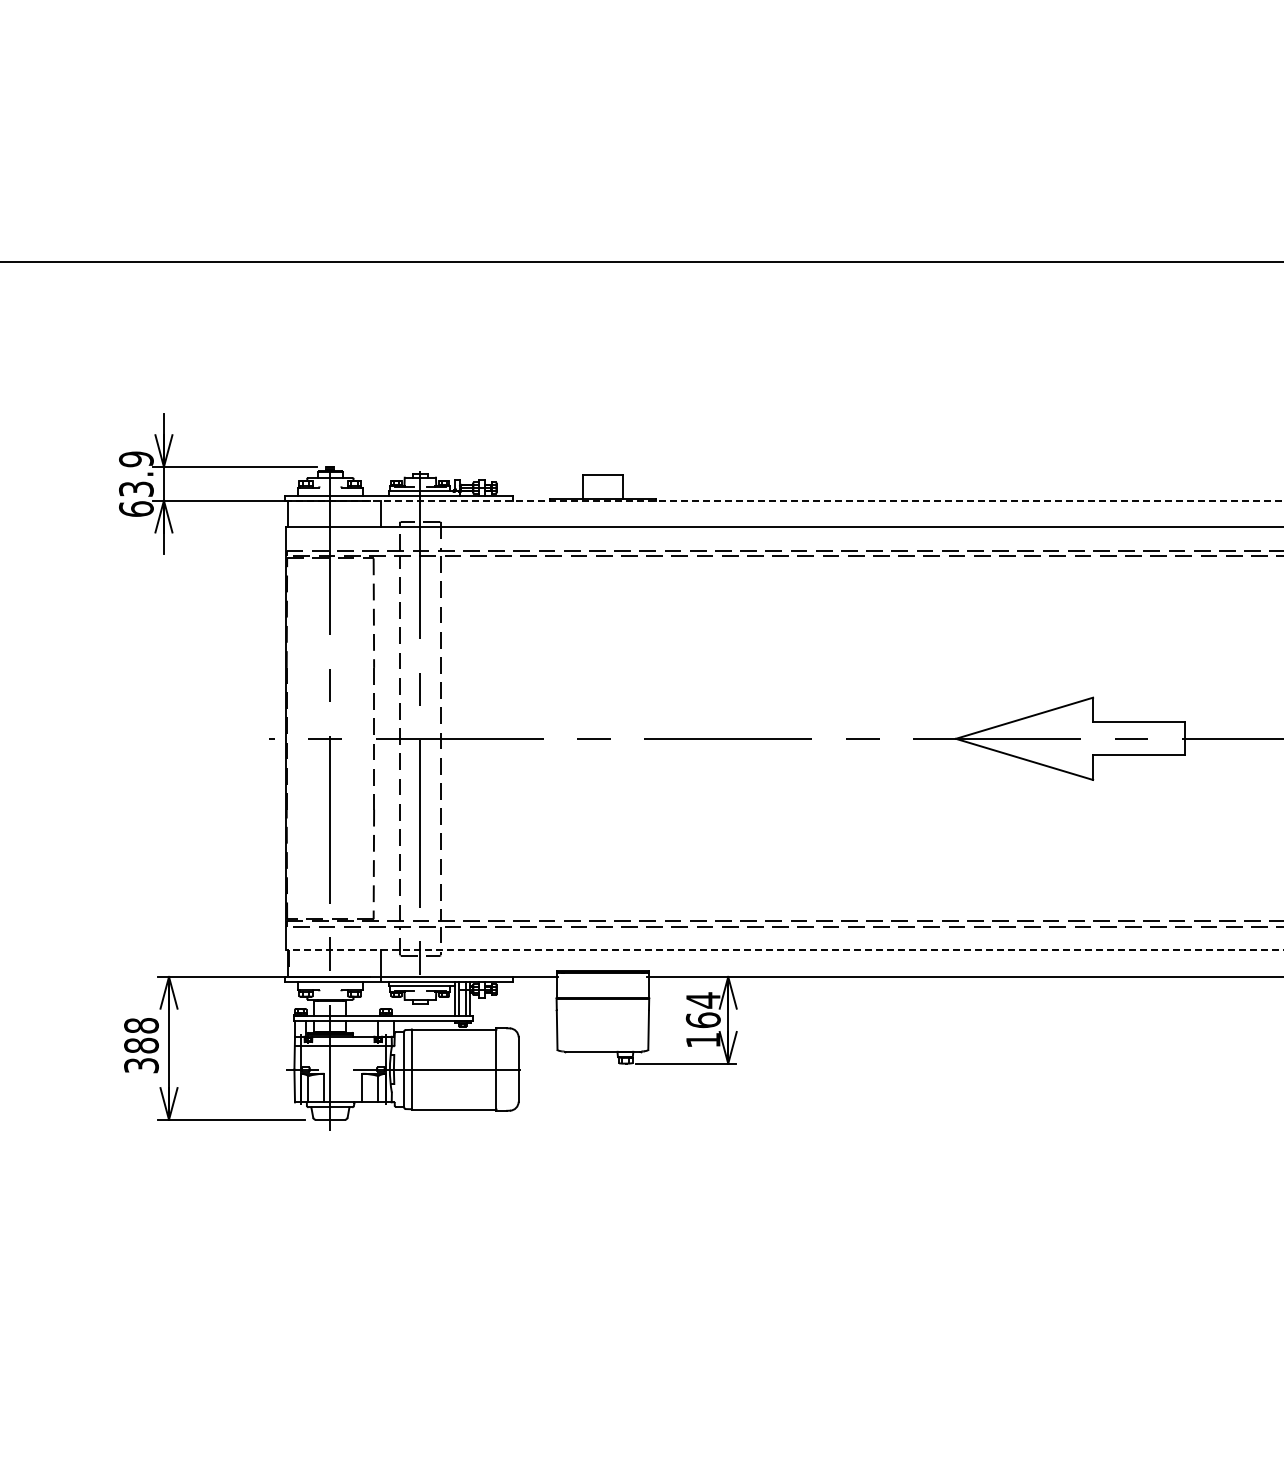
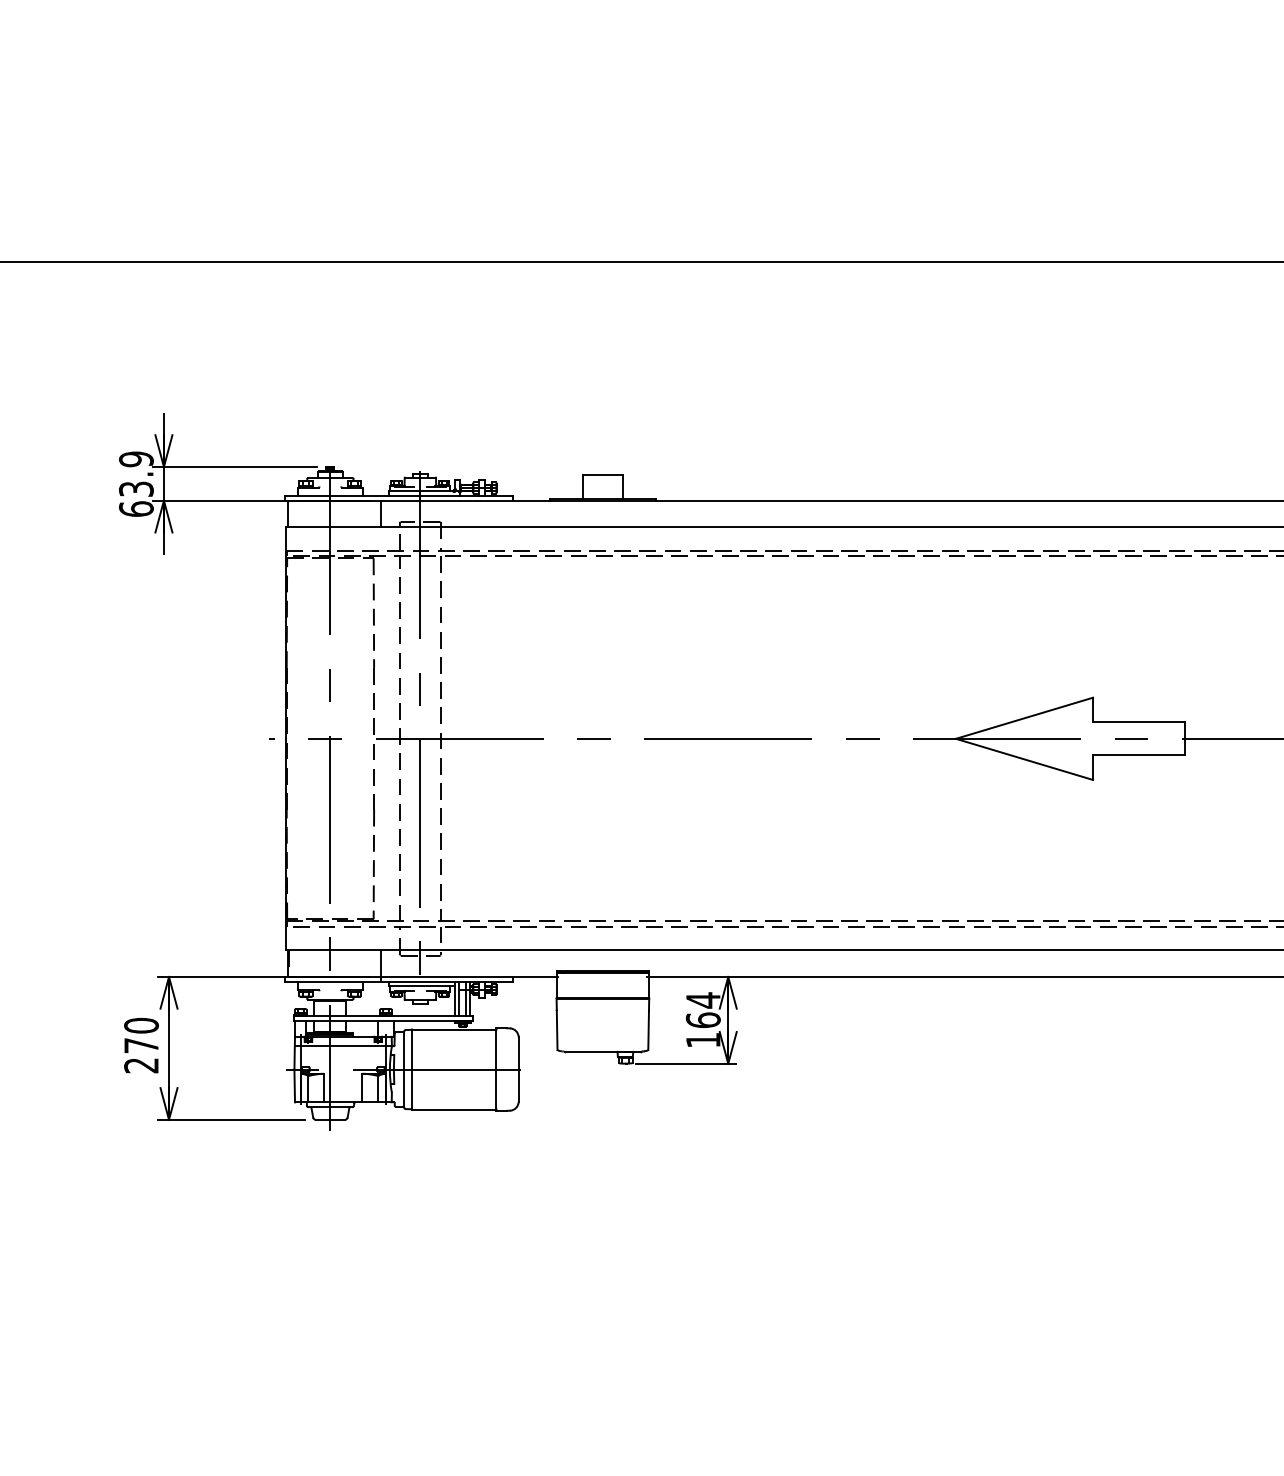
line at (785, 500): dashed -> solid
line at (784, 950): dashed -> solid
text at (141, 1045): 388 -> 270
